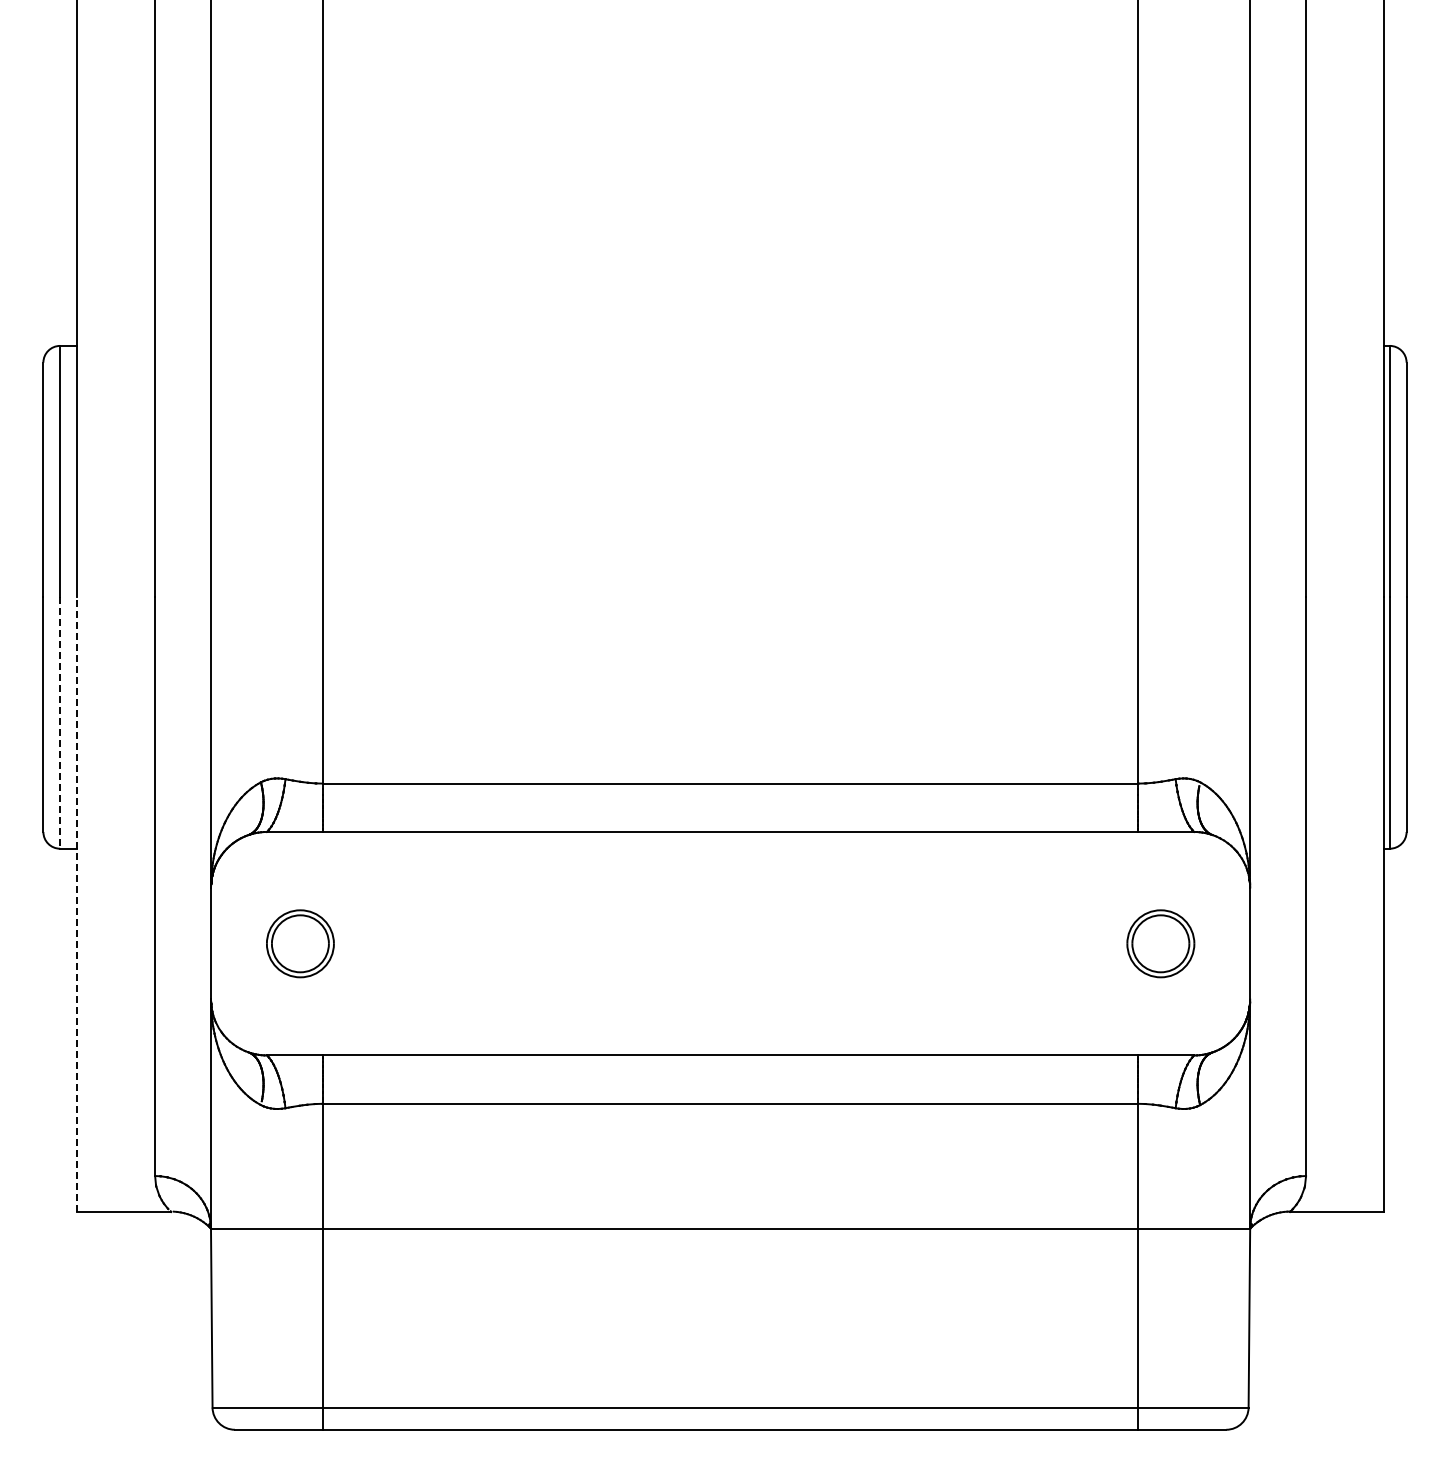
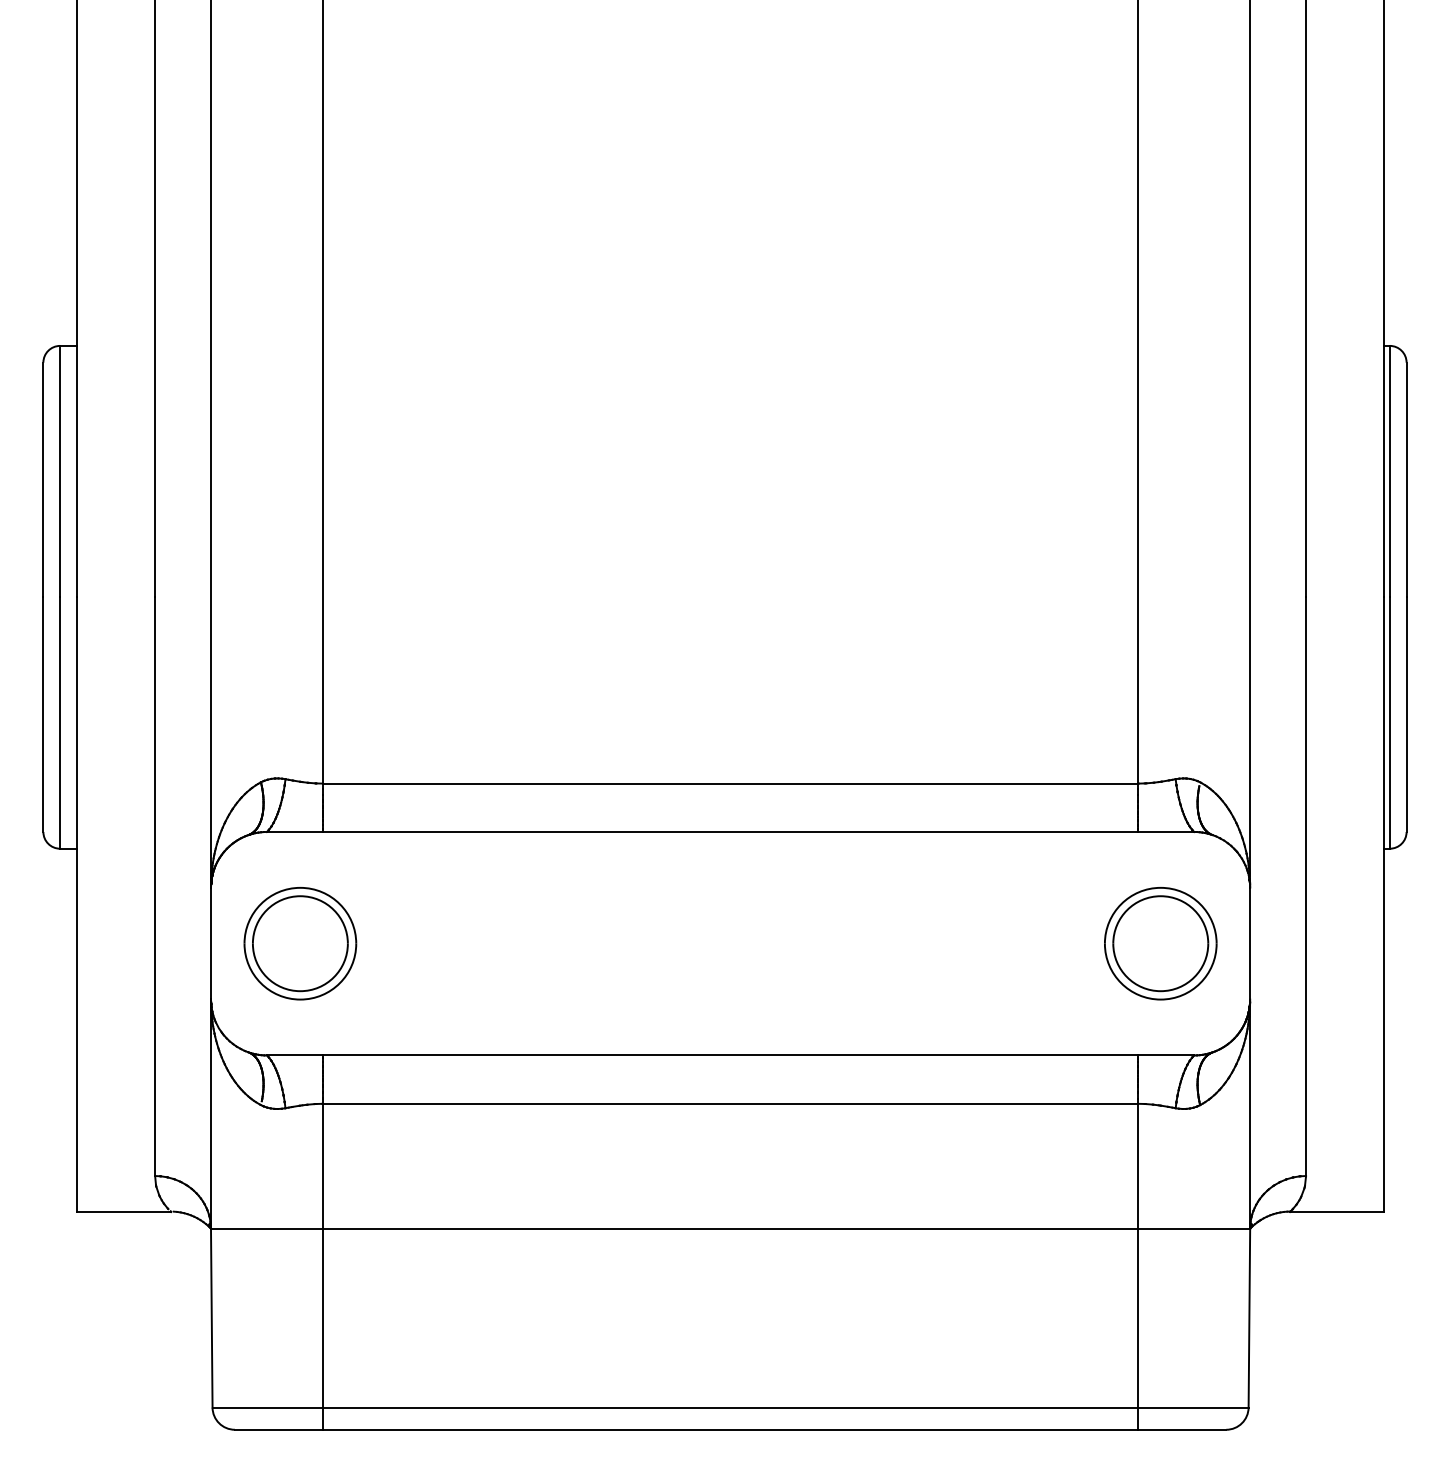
line at (60, 723): dashed -> solid
line at (76, 904): dashed -> solid
part at (300, 943) size: 69x70 px -> 115x114 px
part at (1160, 943) size: 70x70 px -> 114x114 px
